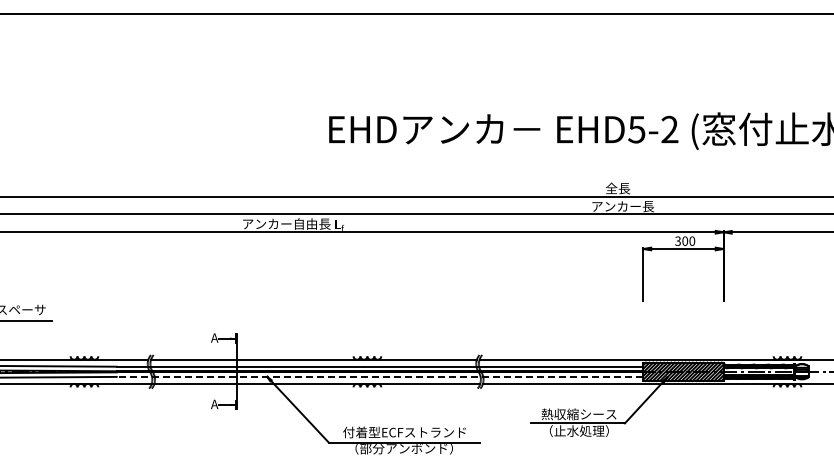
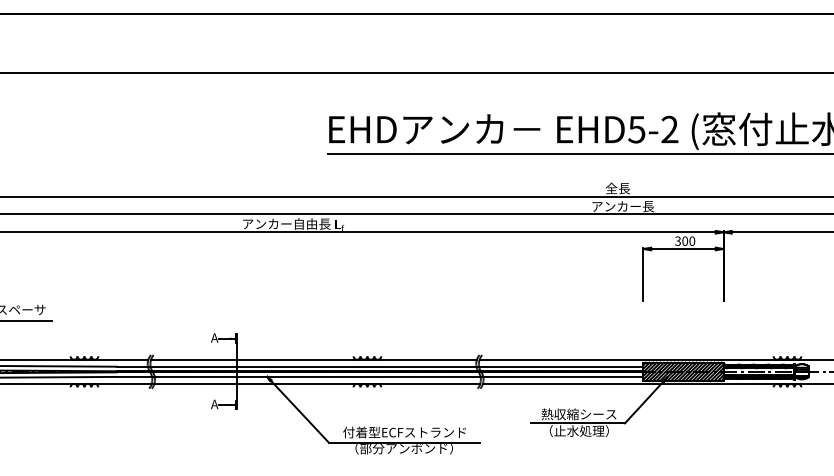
line at (416, 73): none -> present
line at (578, 153): none -> present
line at (379, 376): dashed -> solid
